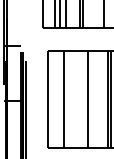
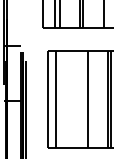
line at (66, 15): present -> none
line at (64, 99) position: (64, 99) -> (56, 99)
